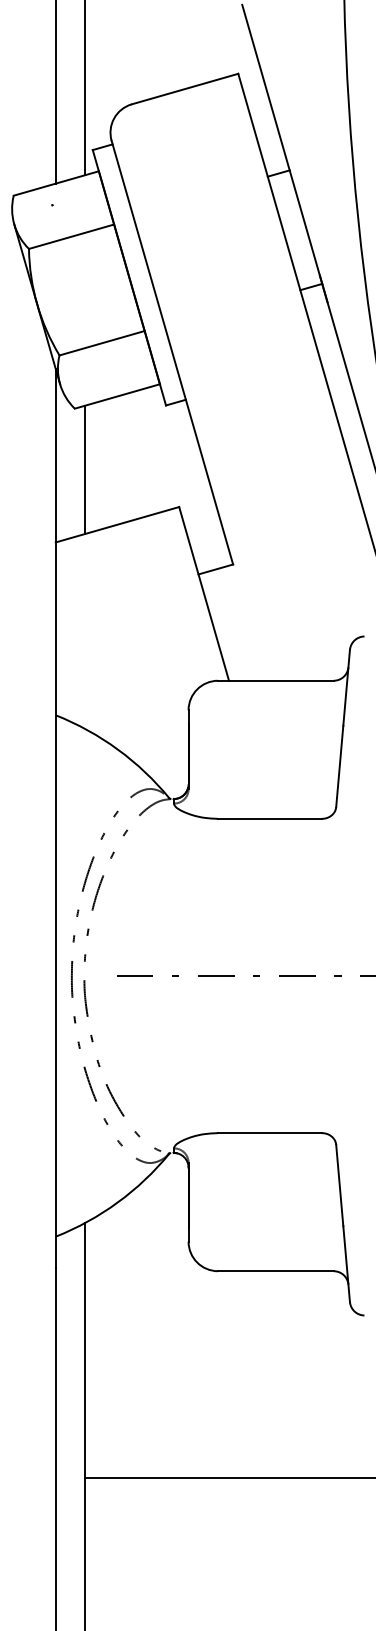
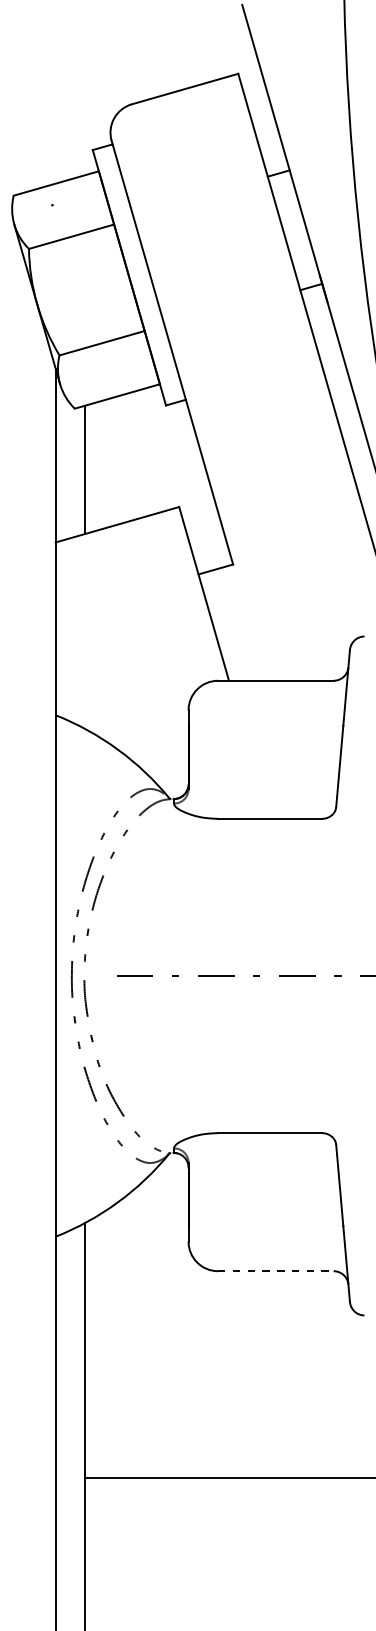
line at (85, 88): present -> none
line at (55, 92): present -> none
line at (275, 1271): solid -> dashed
